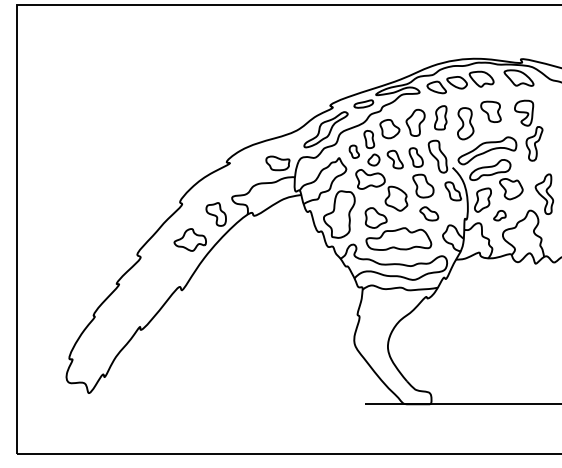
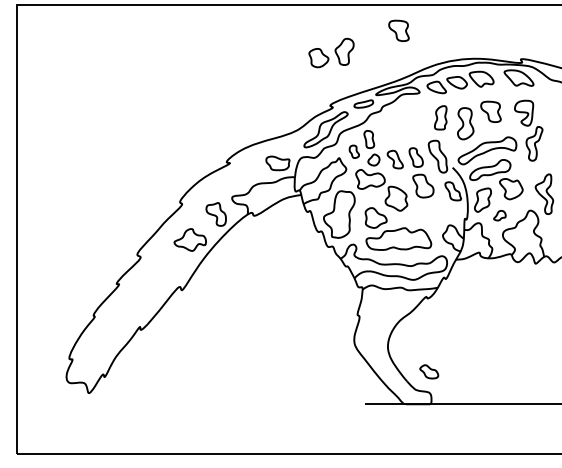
part at (398, 30): none -> present
part at (402, 123) position: (402, 123) -> (331, 52)
part at (429, 213) position: (429, 213) -> (429, 371)
